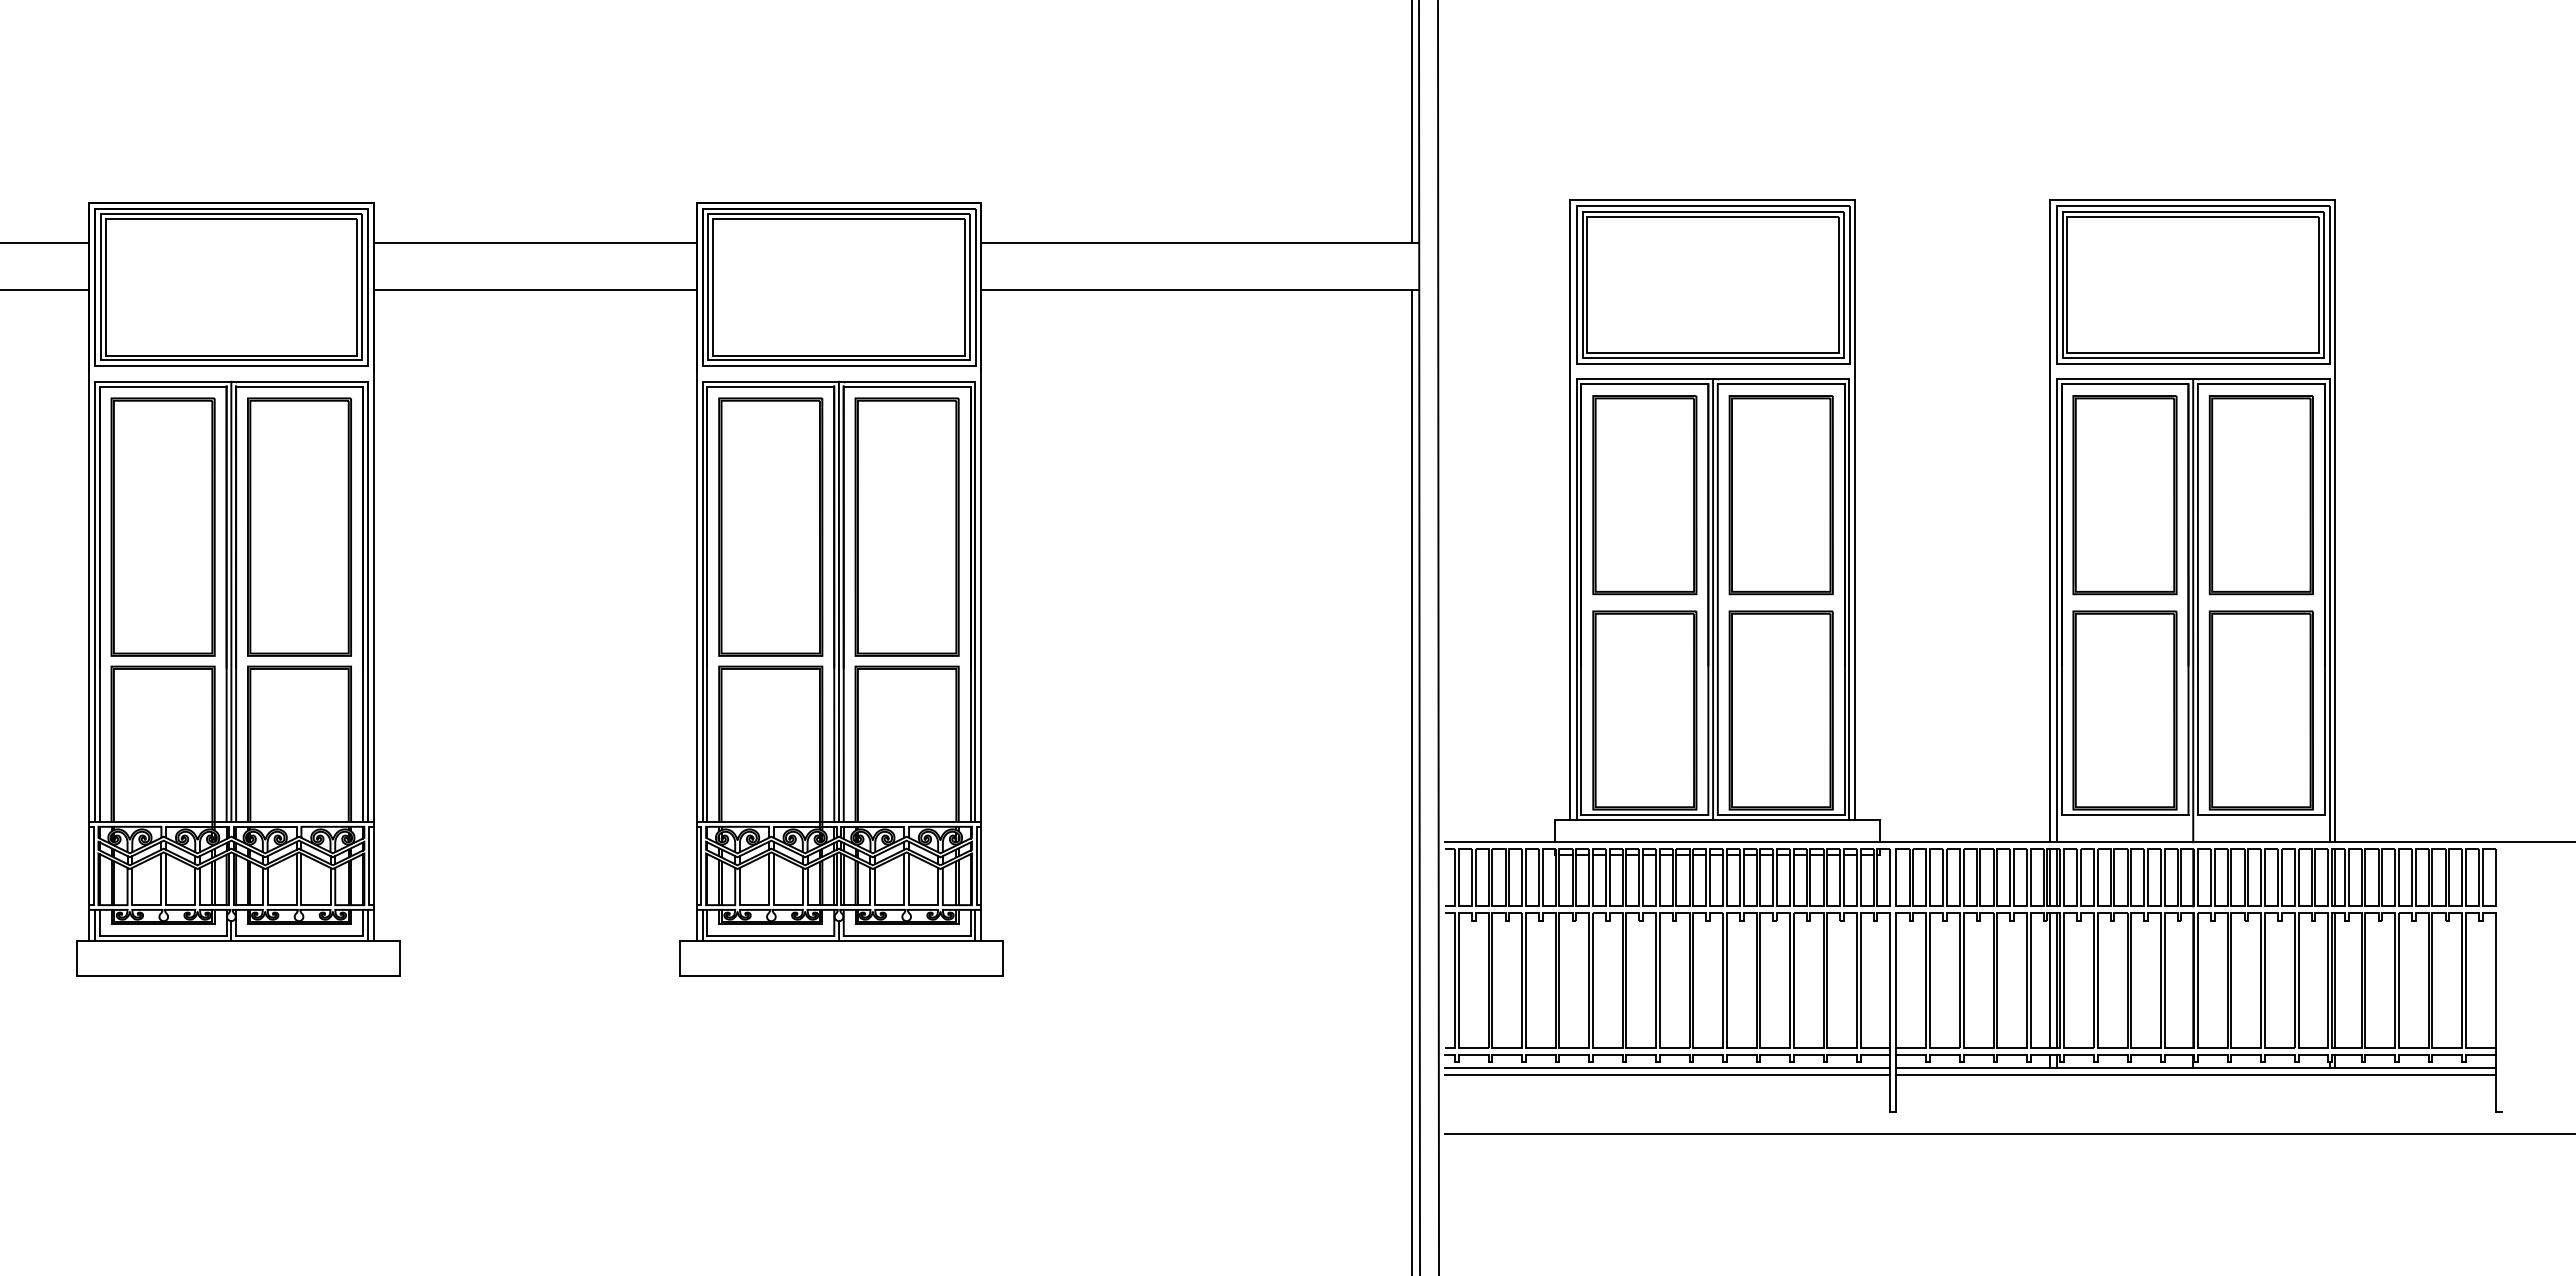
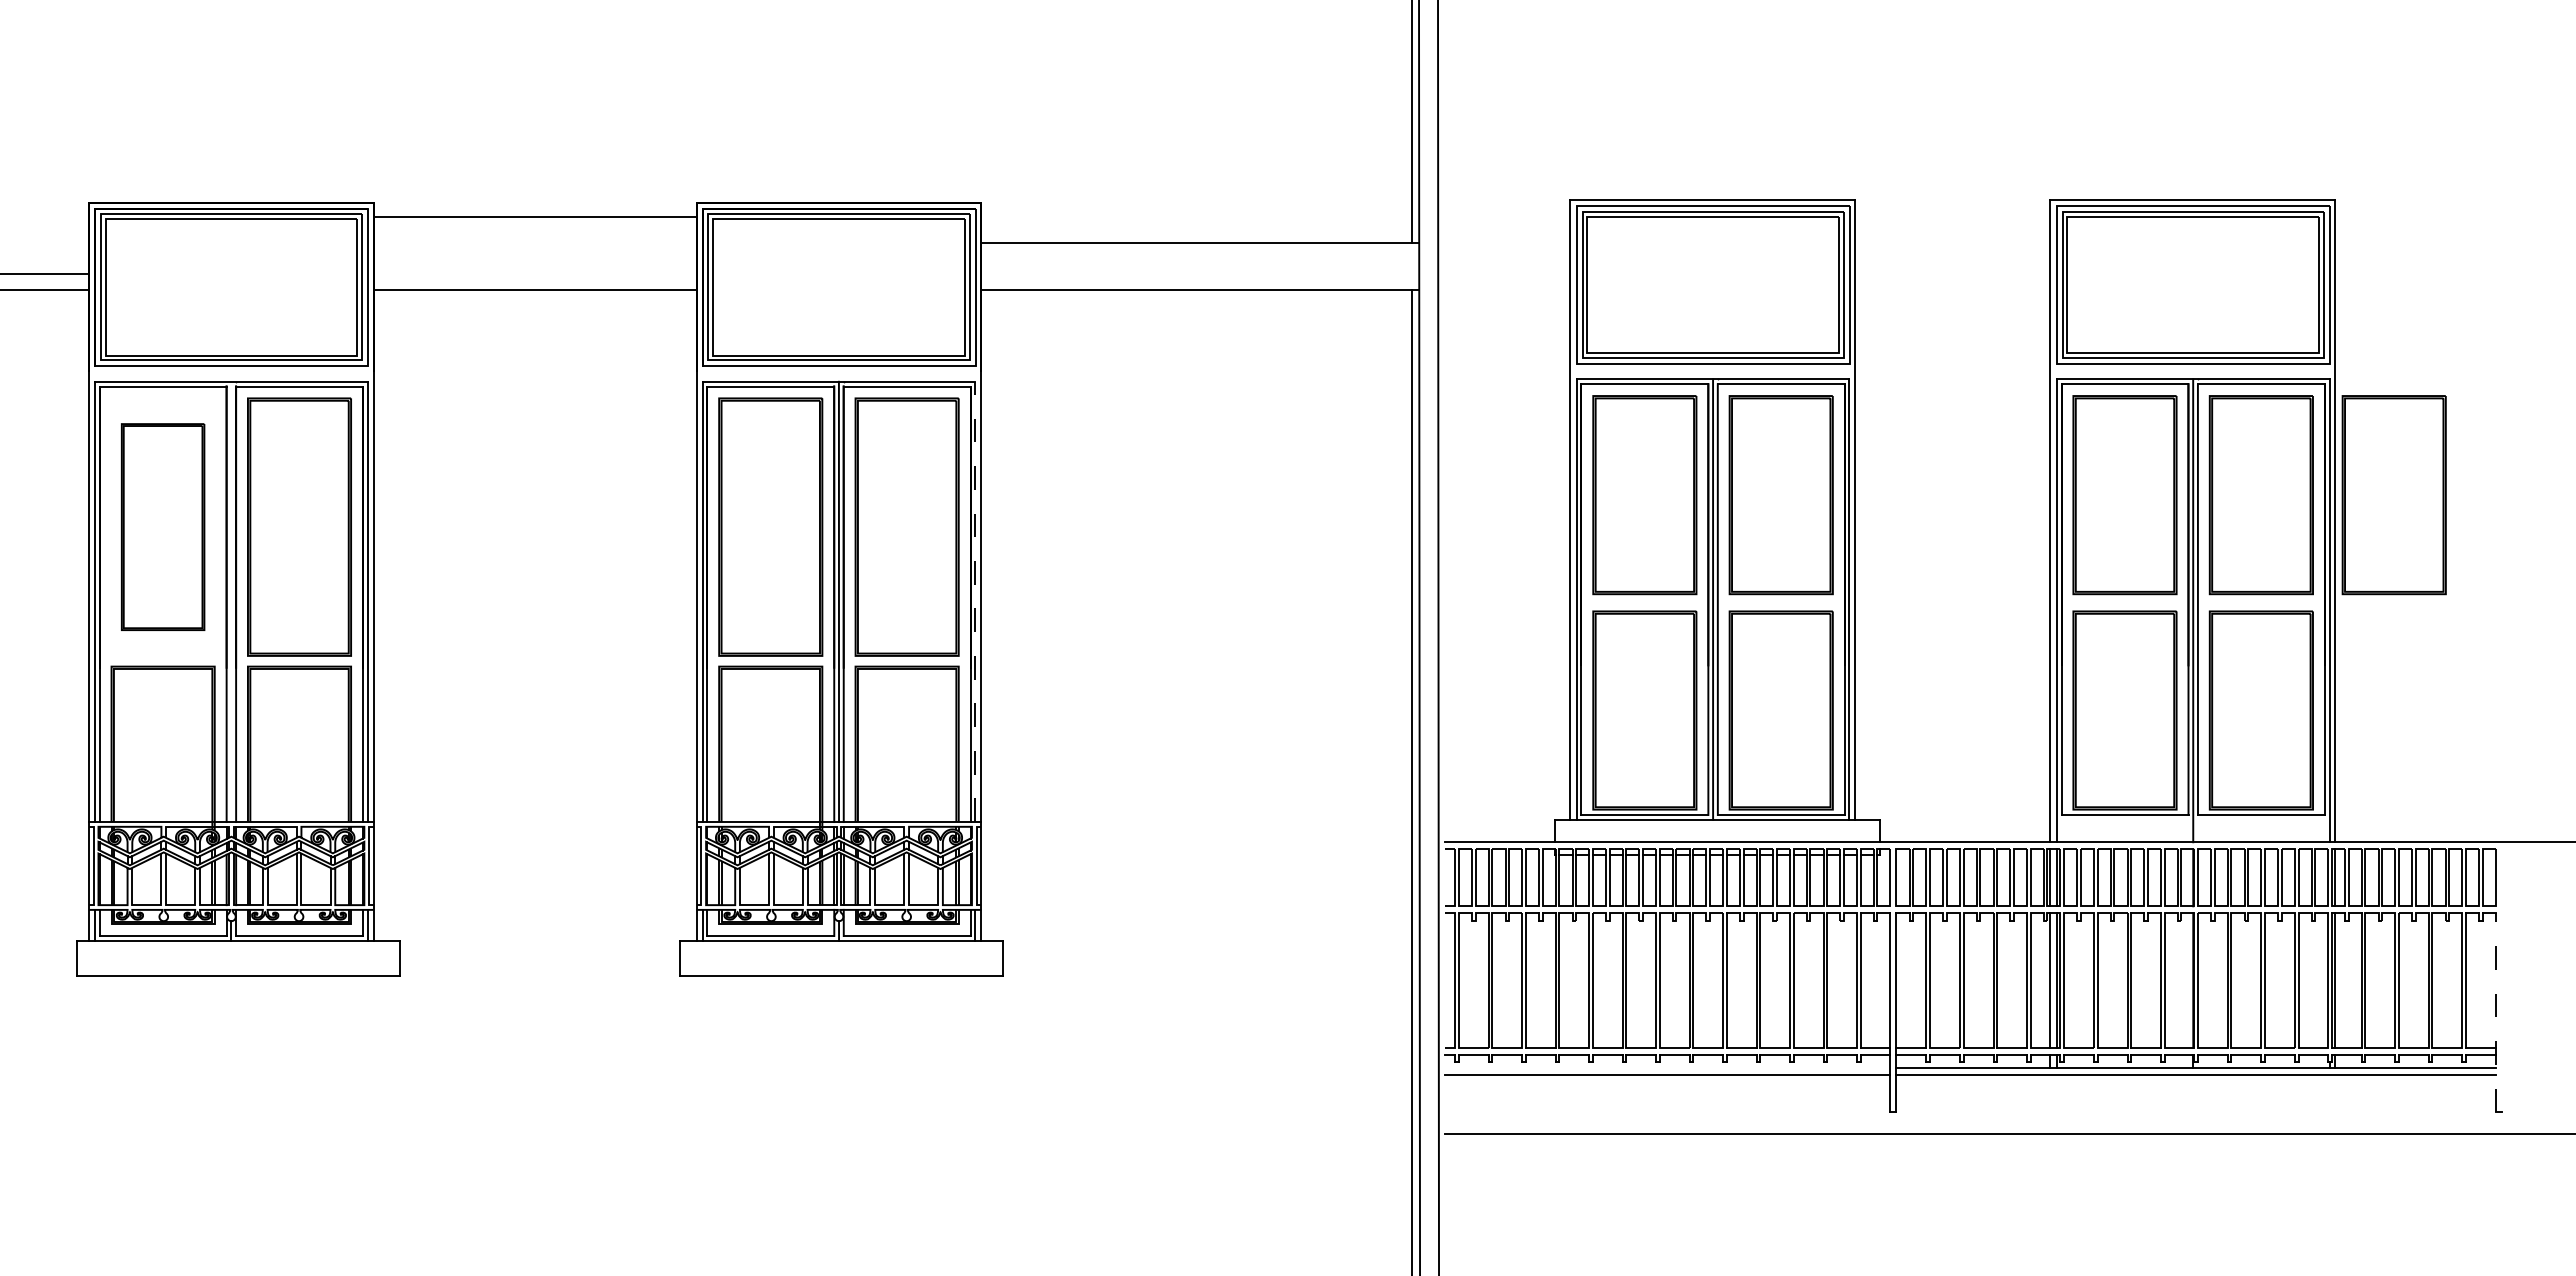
line at (45, 242) position: (45, 242) -> (45, 273)
line at (534, 242) position: (534, 242) -> (534, 216)
part at (2393, 495): none -> present
part at (162, 526) size: 106x260 px -> 85x208 px
line at (231, 601): present -> none
line at (975, 601): solid -> dashed
line at (2495, 1012): solid -> dashed
line at (1667, 1067): present -> none
